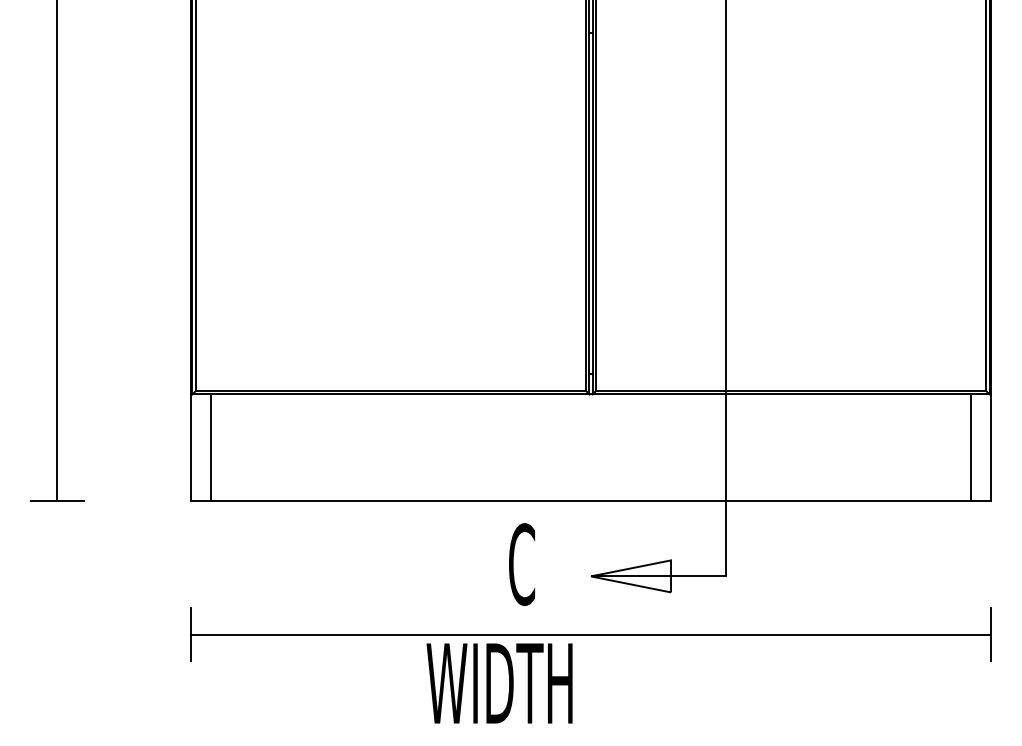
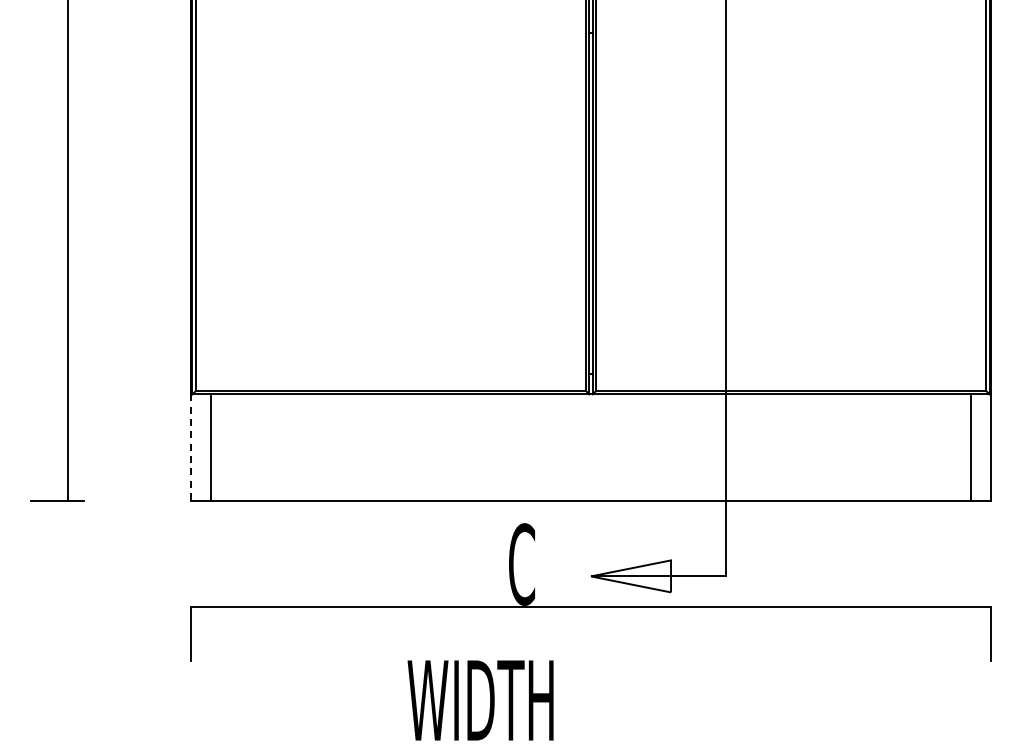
line at (57, 251) position: (57, 251) -> (68, 251)
line at (190, 448): solid -> dashed
line at (590, 634) position: (590, 634) -> (590, 606)
text at (499, 683) position: (499, 683) -> (480, 700)
